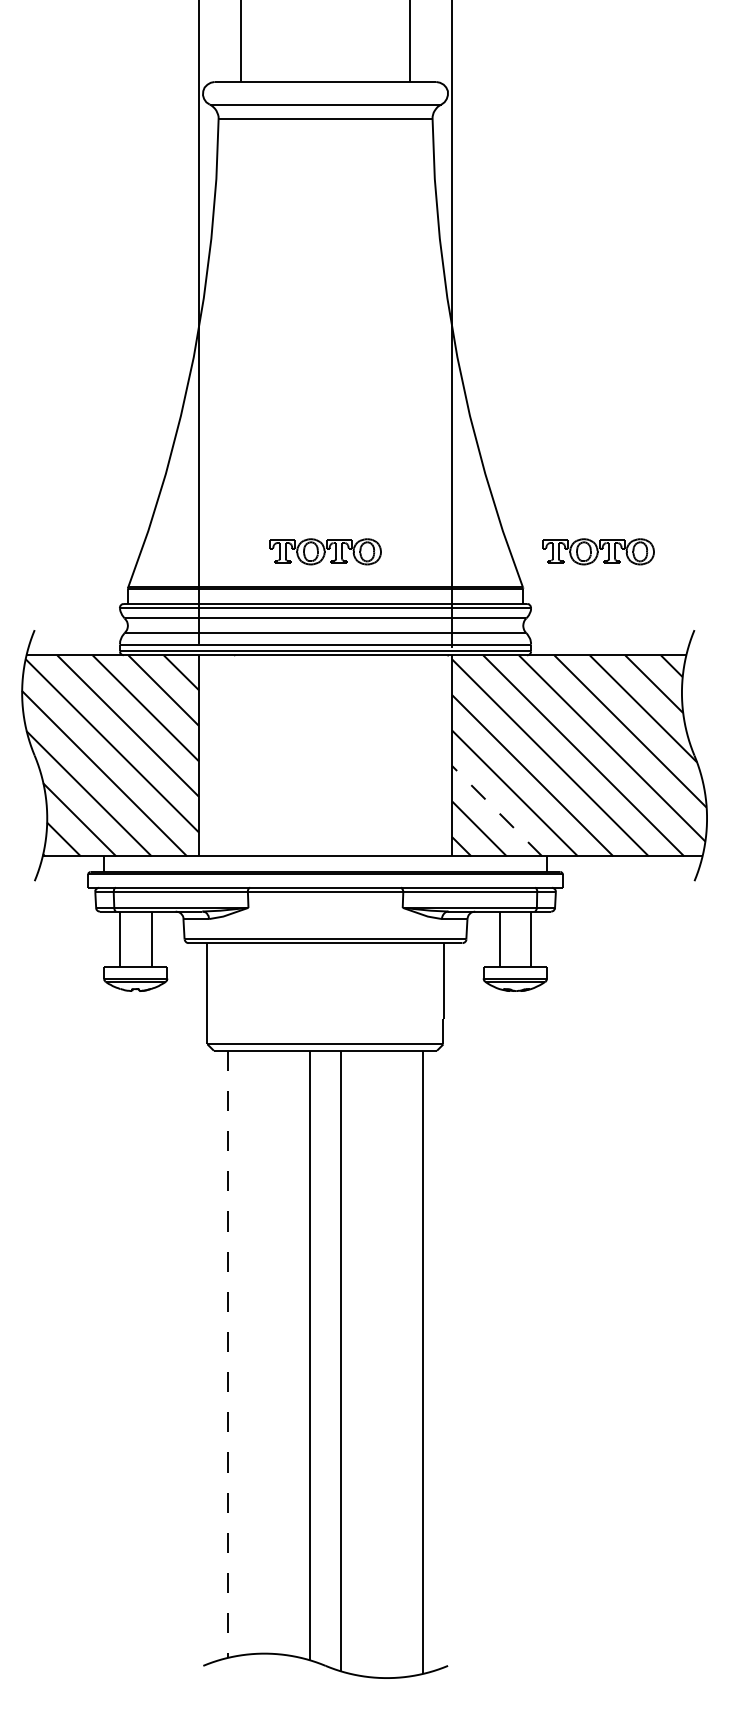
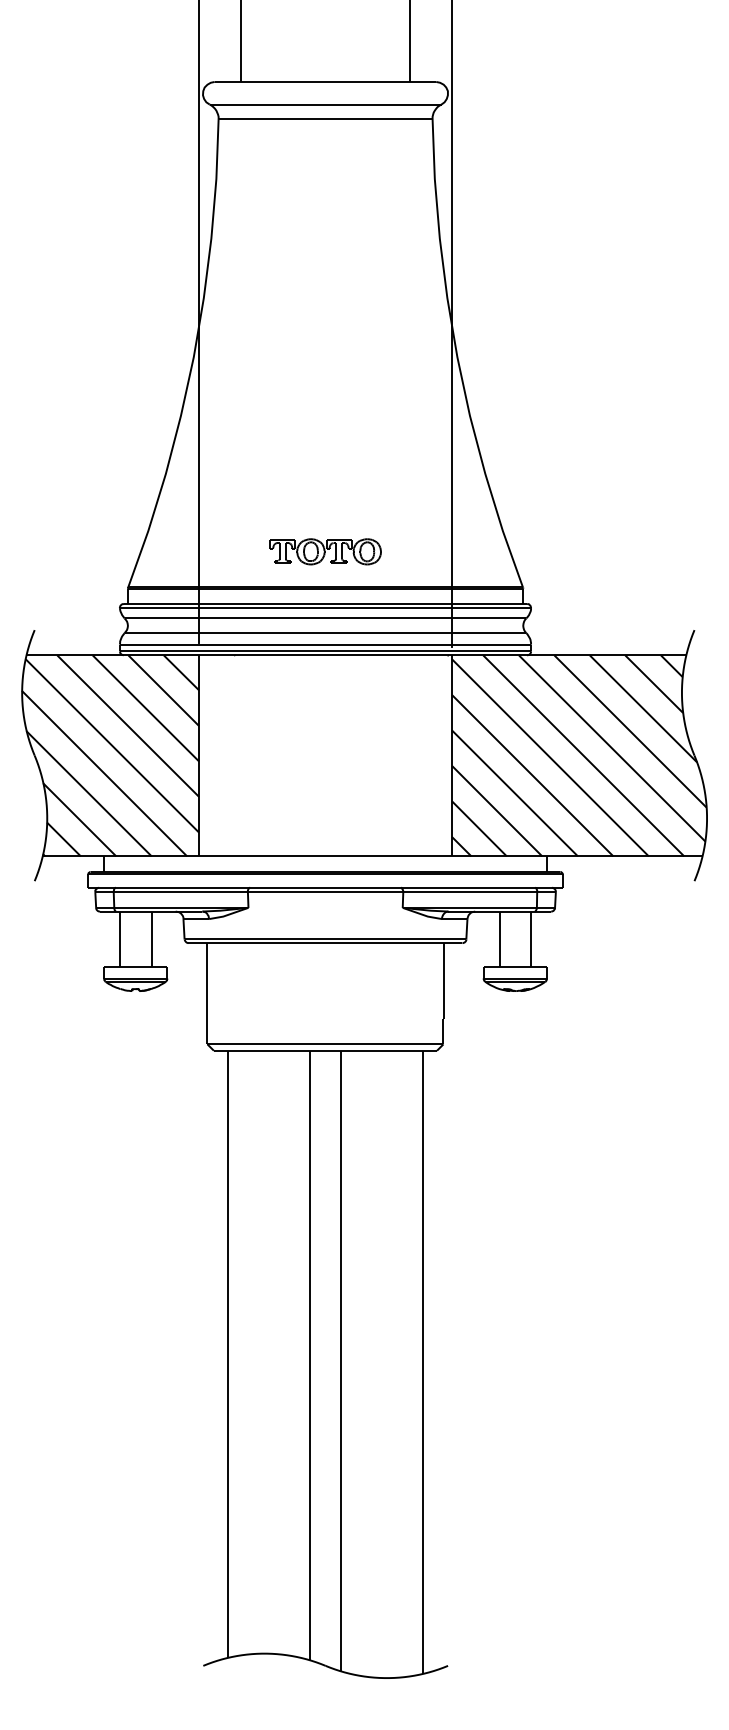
part at (598, 551): present -> none
line at (497, 811): dashed -> solid
line at (228, 1354): dashed -> solid
